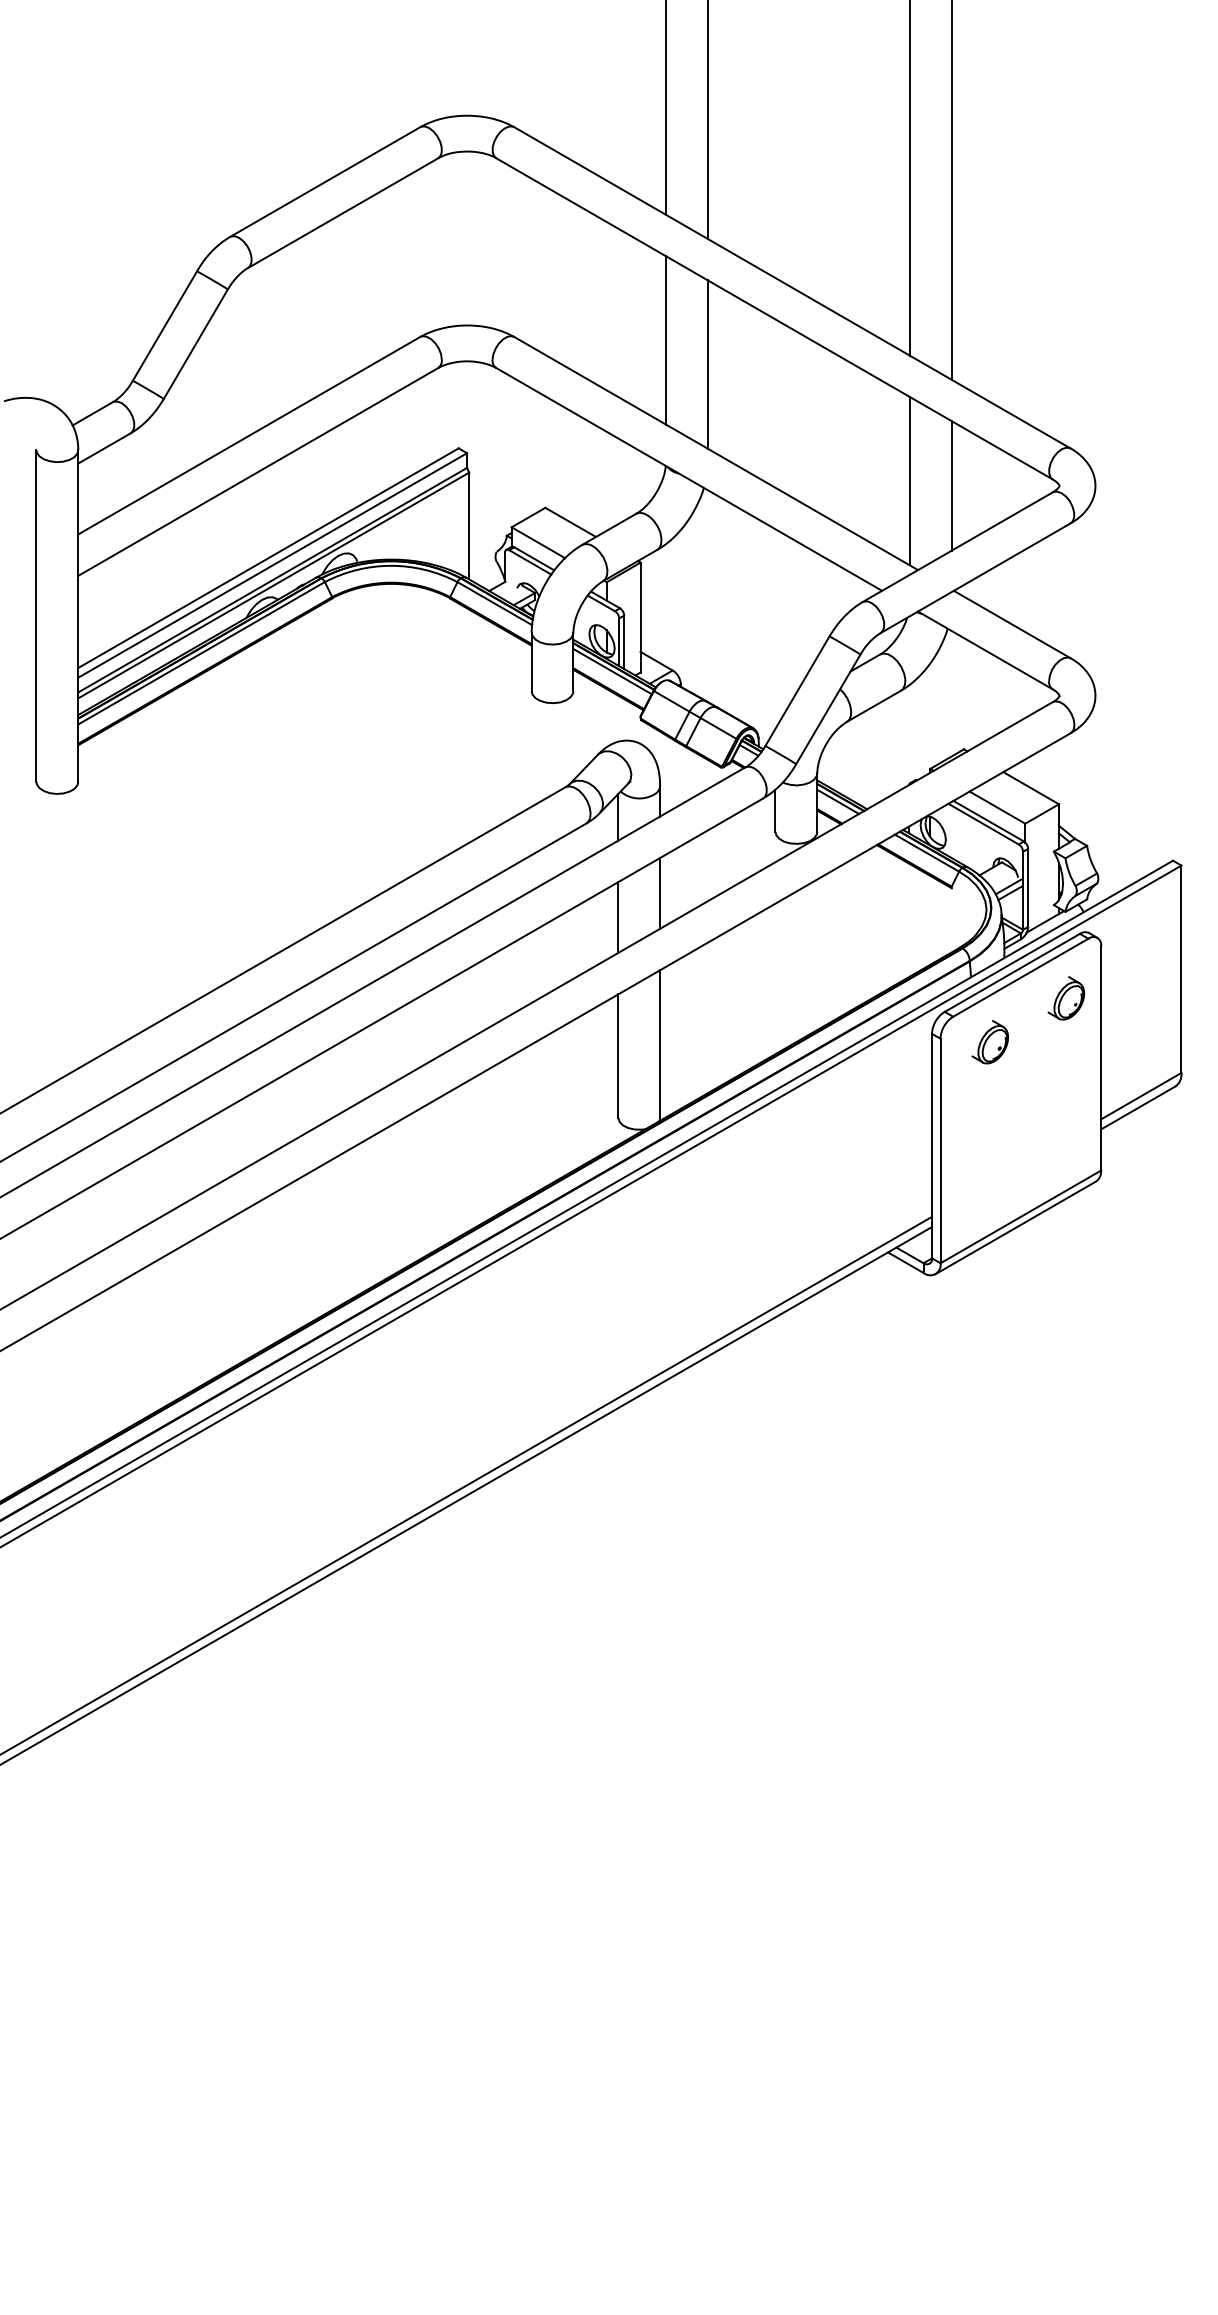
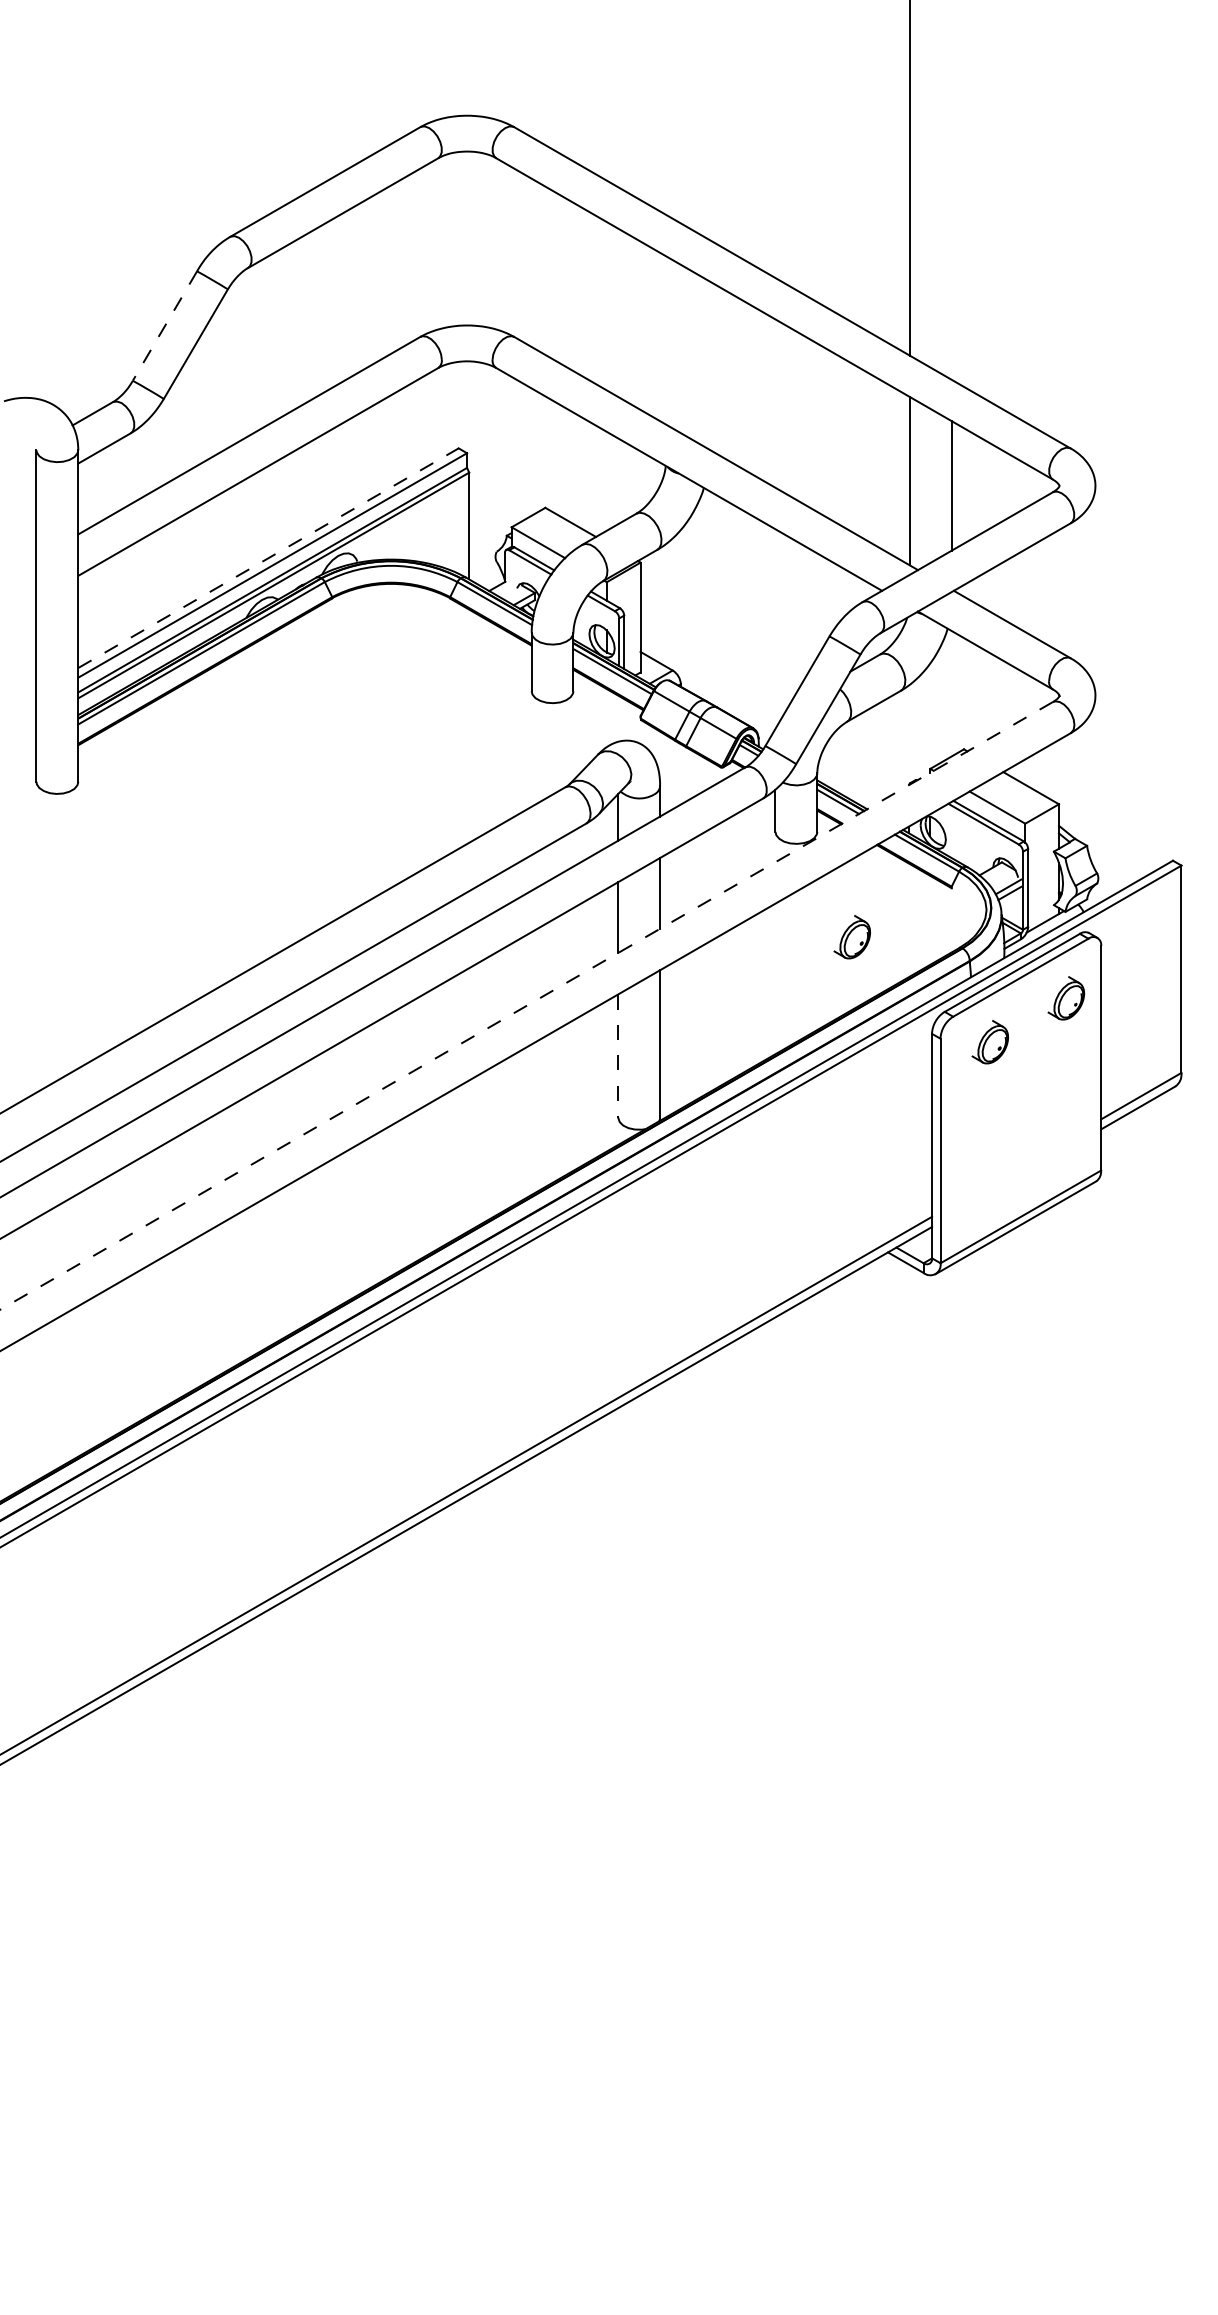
line at (666, 108): present -> none
line at (707, 120): present -> none
line at (951, 190): present -> none
line at (164, 326): solid -> dashed
line at (666, 340): present -> none
line at (707, 364): present -> none
line at (268, 558): solid -> dashed
part at (851, 937): none -> present
line at (526, 1006): solid -> dashed
line at (618, 1056): solid -> dashed
